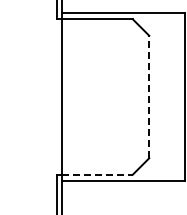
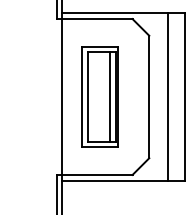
part at (99, 96): none -> present
line at (149, 96): dashed -> solid
line at (168, 96): none -> present
line at (98, 174): dashed -> solid
